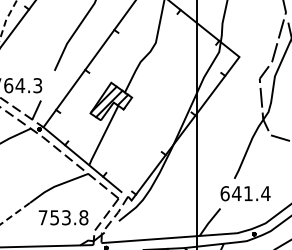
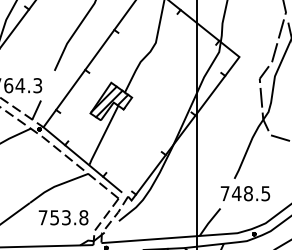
line at (6, 19): dashed -> solid
text at (245, 193): 641.4 -> 748.5
line at (14, 214): dashed -> solid
